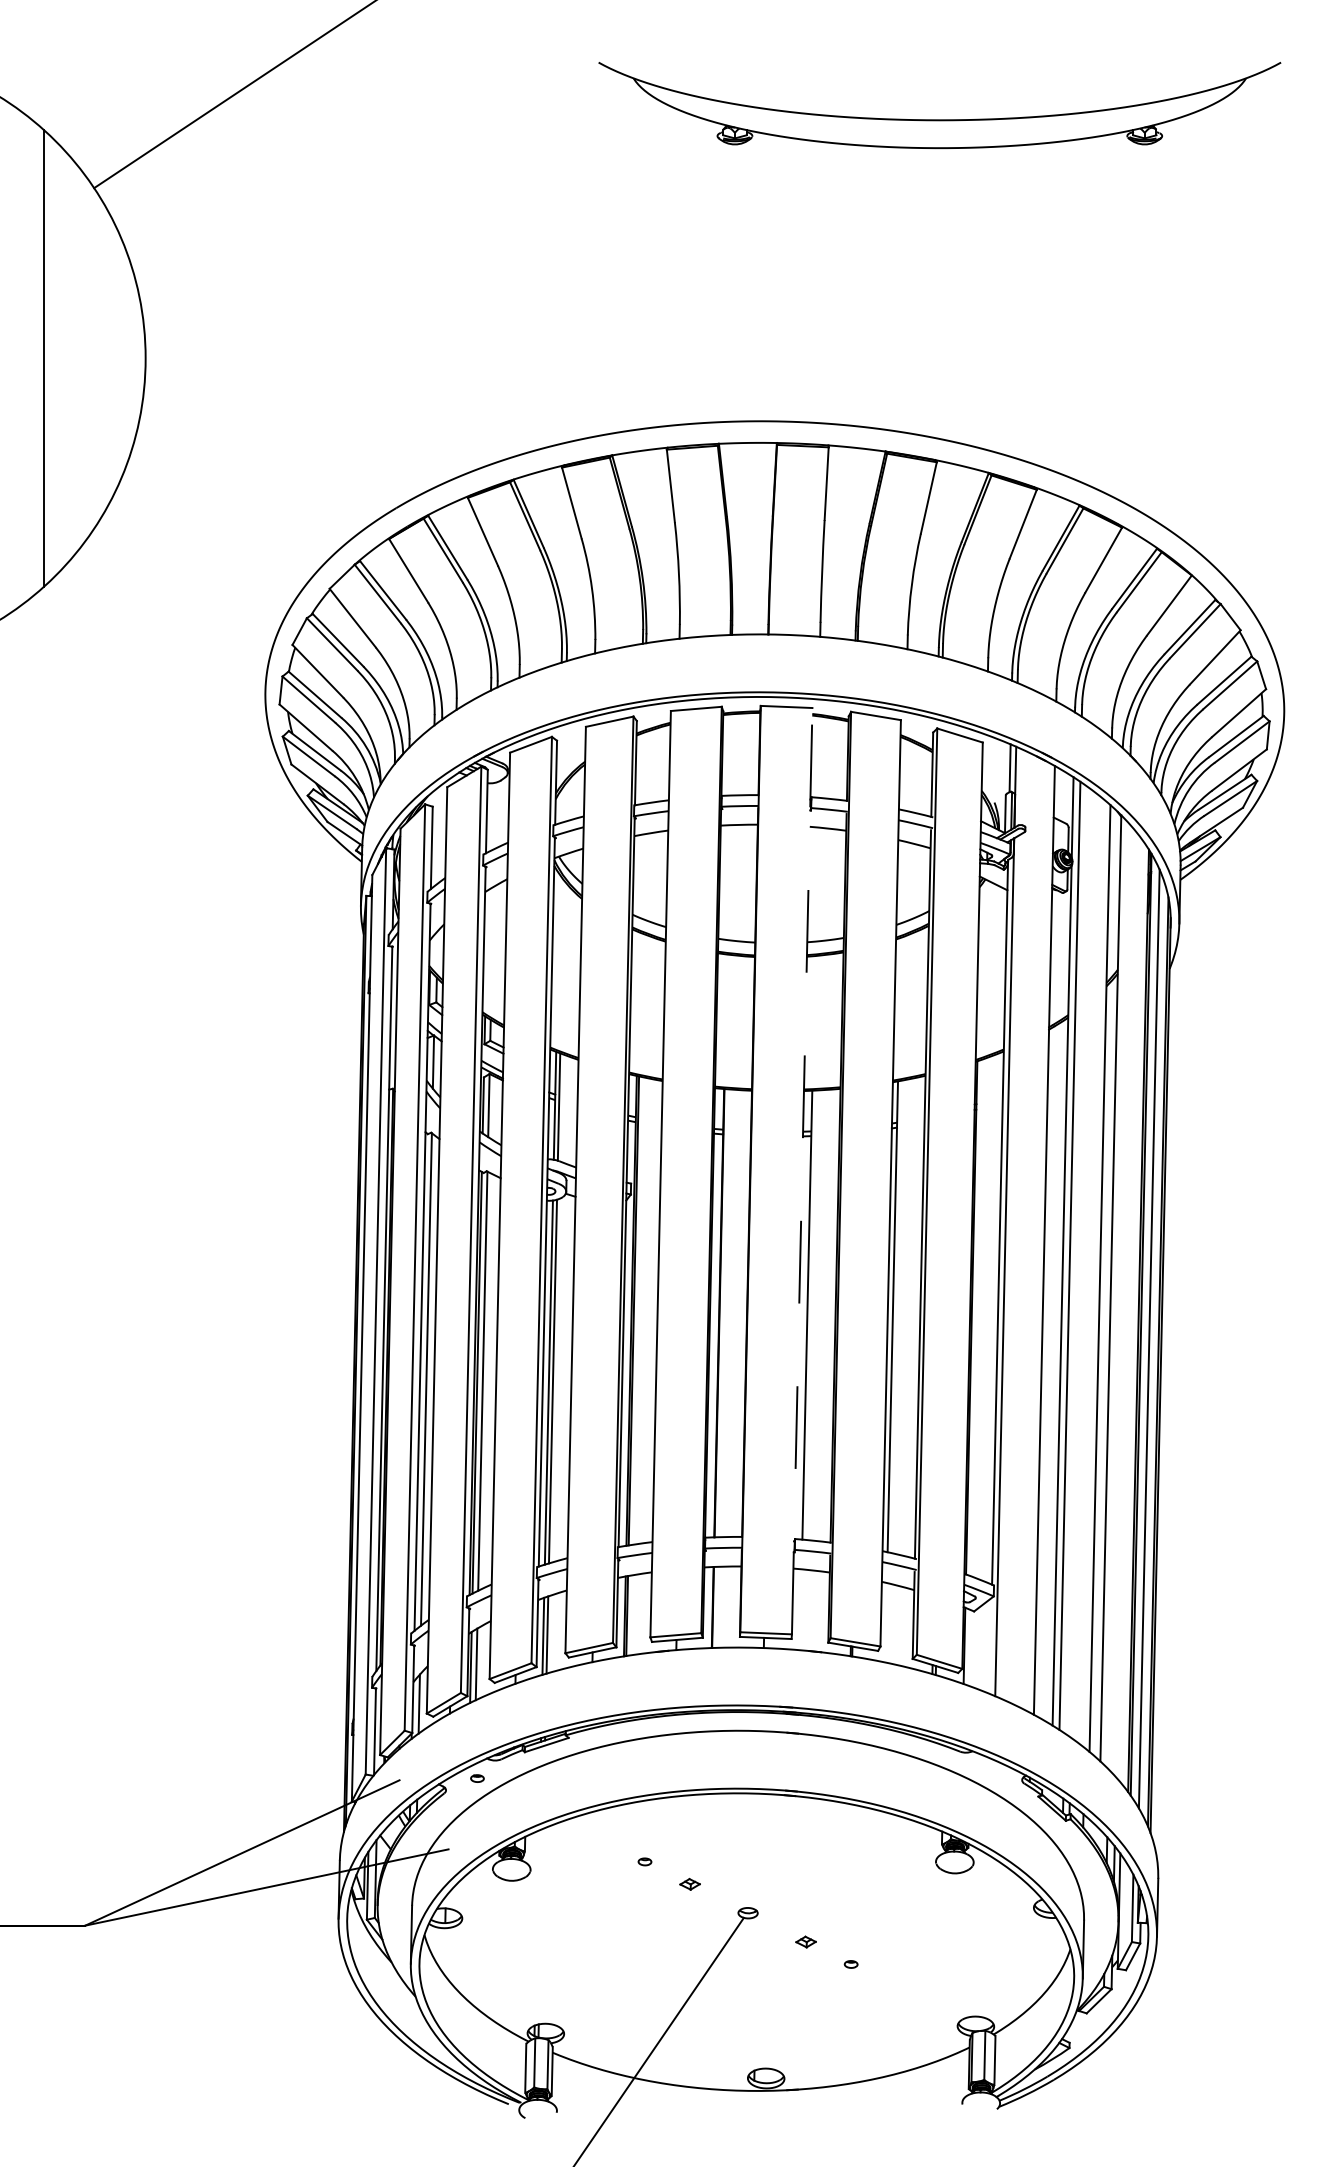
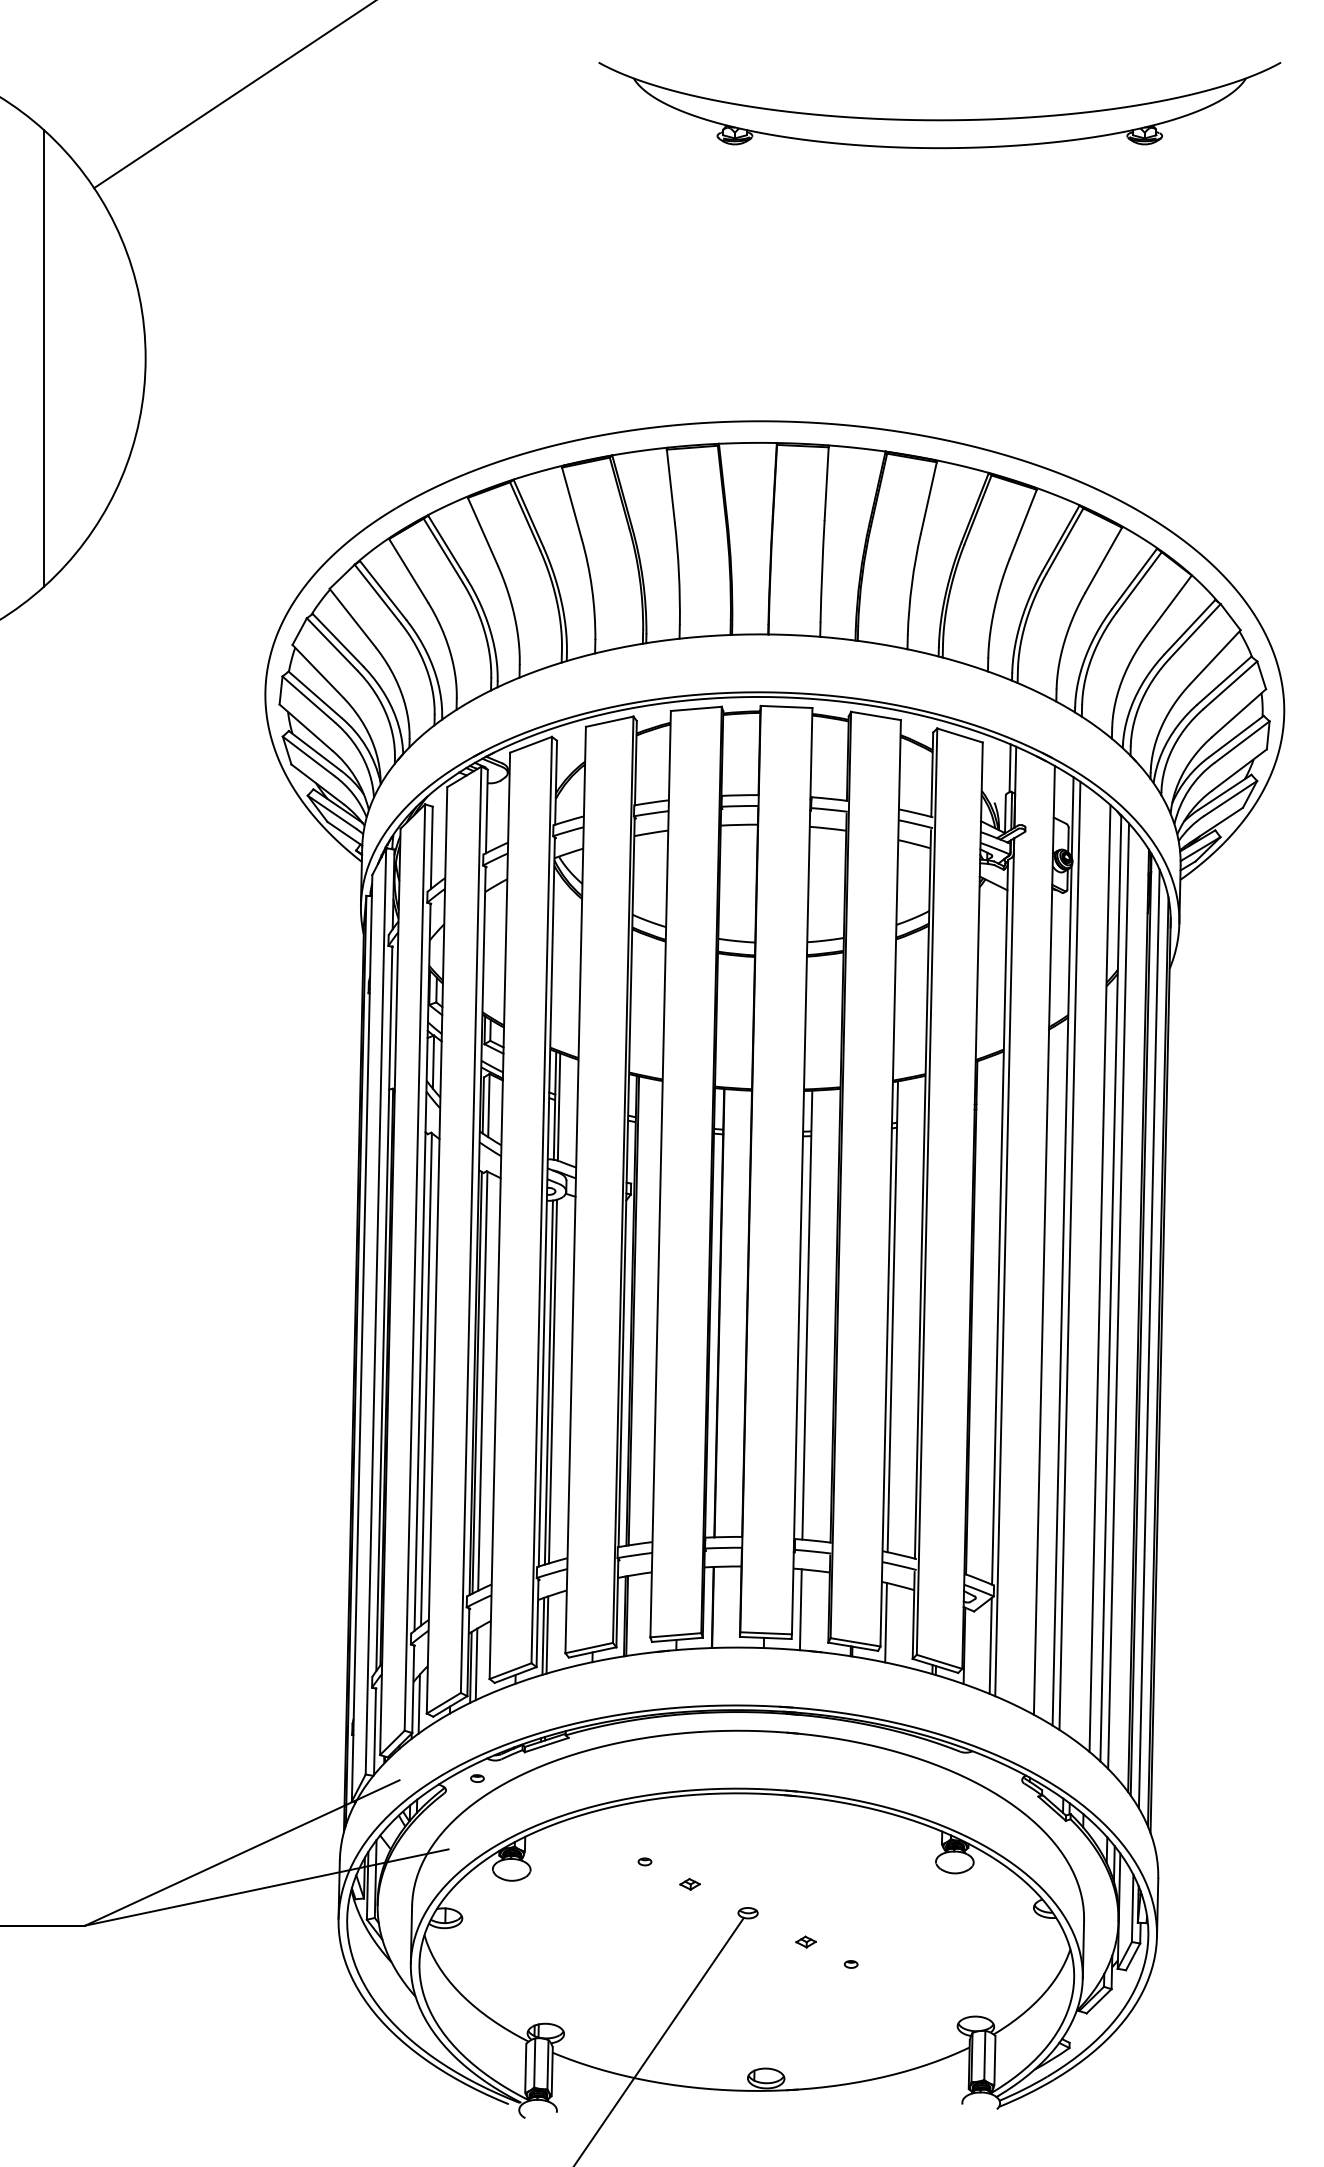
line at (802, 1170): dashed -> solid
line at (1118, 1295): none -> present
line at (800, 1609): none -> present
line at (885, 1622): none -> present
line at (990, 1645): none -> present
